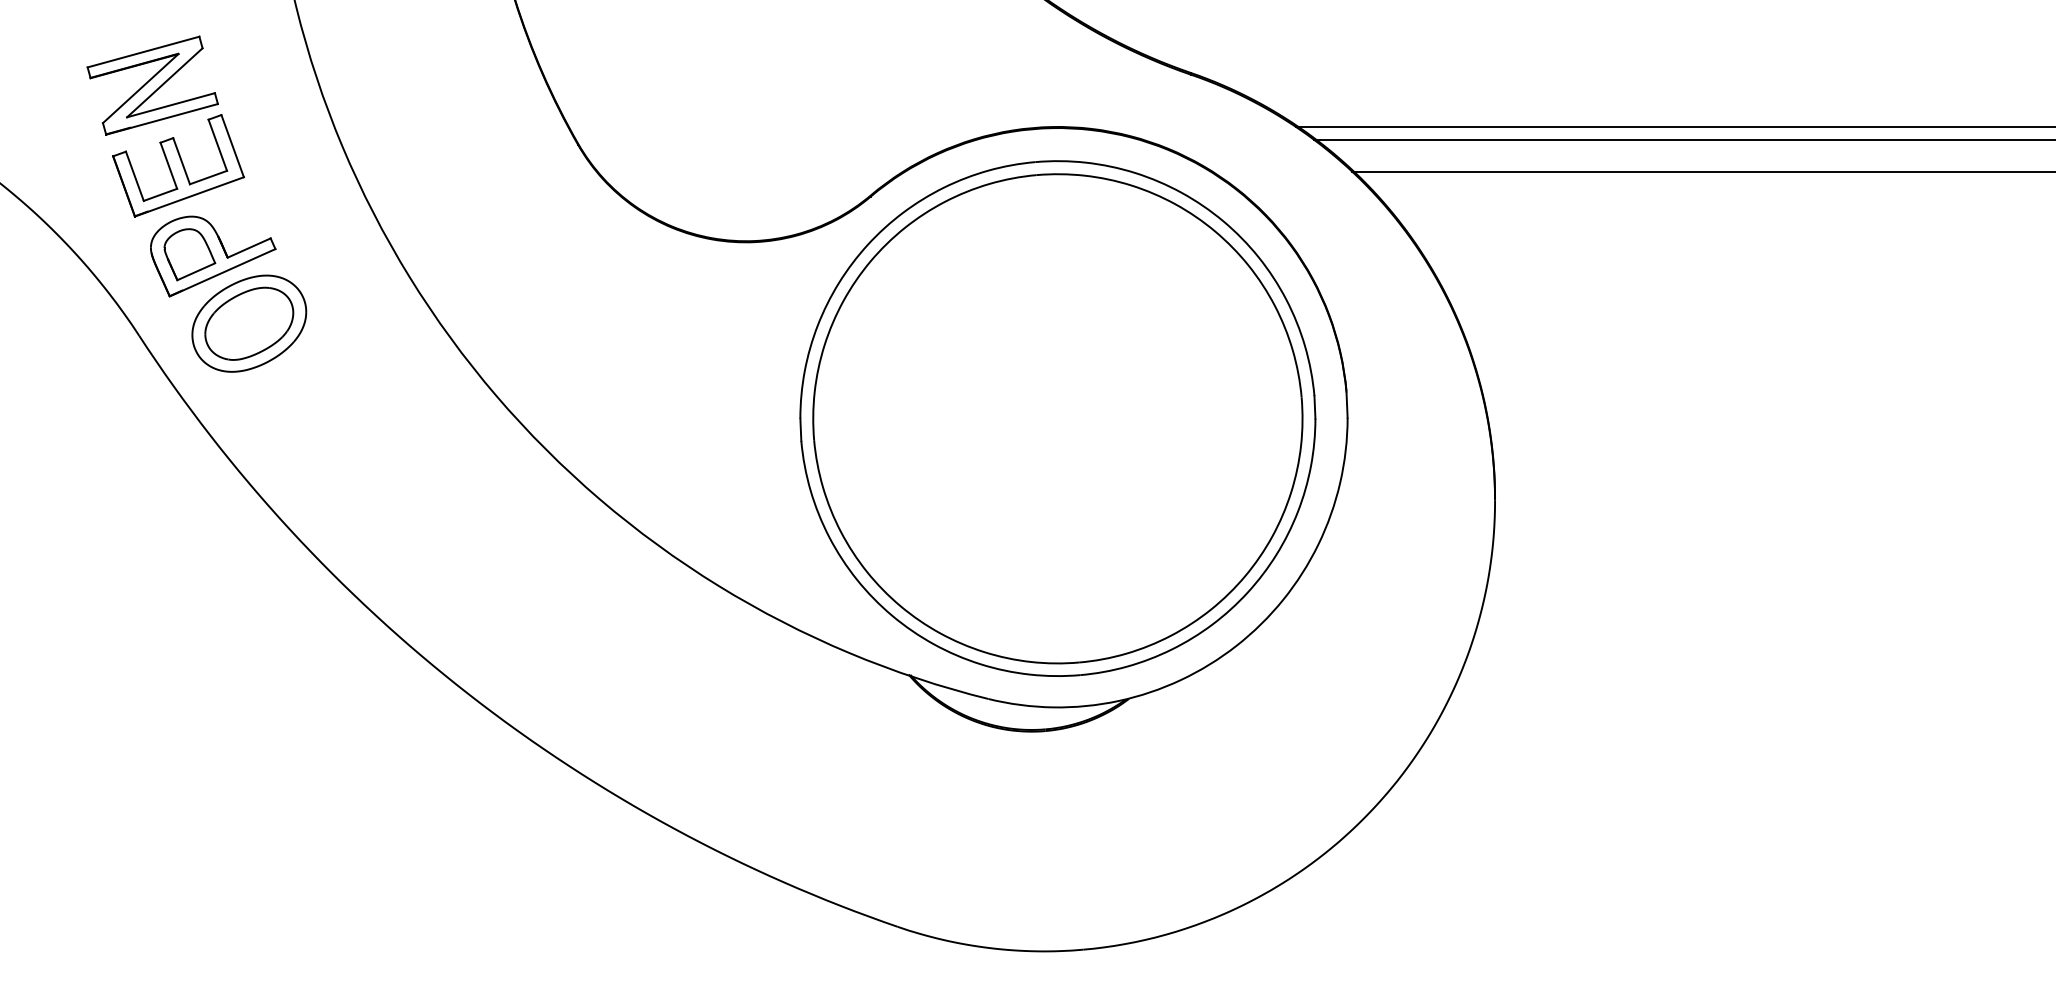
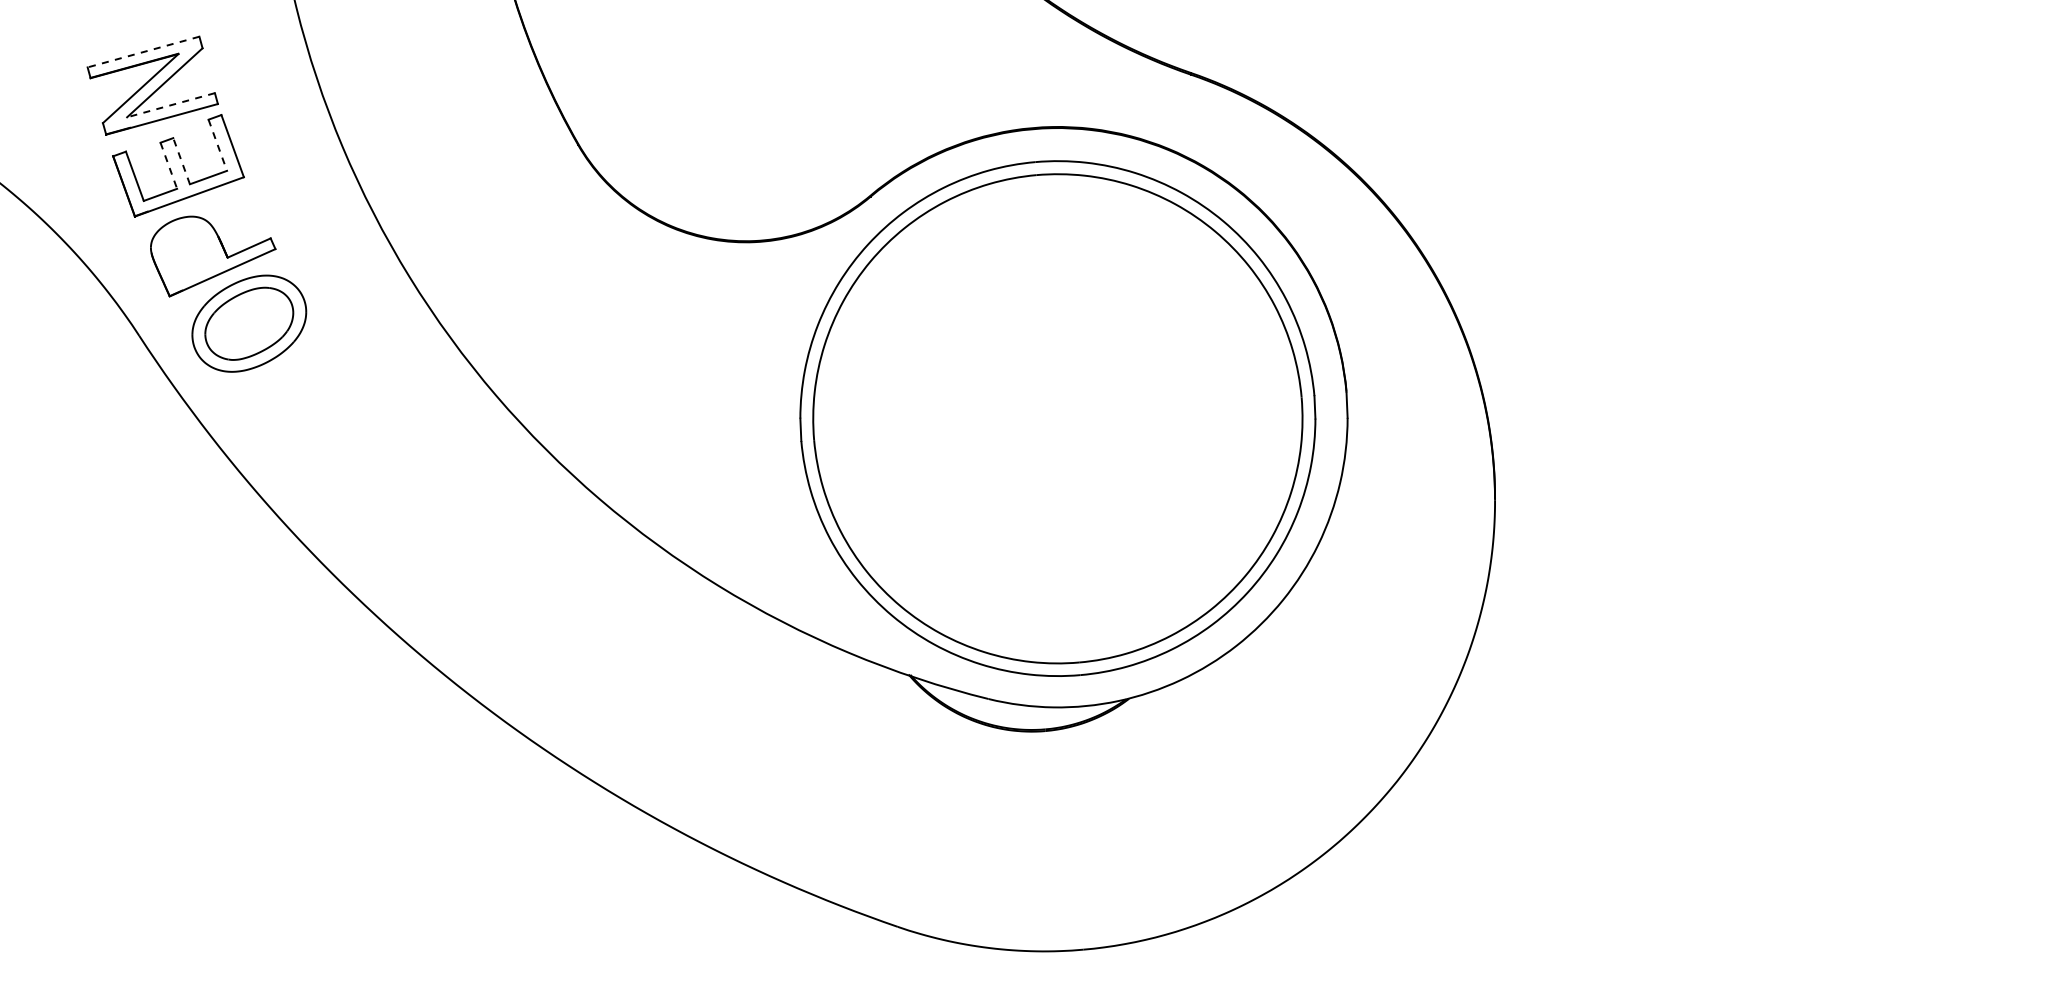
line at (143, 52): solid -> dashed
line at (171, 105): solid -> dashed
line at (1673, 127): present -> none
line at (1682, 139): present -> none
line at (217, 145): solid -> dashed
line at (181, 161): solid -> dashed
line at (169, 166): solid -> dashed
line at (1701, 172): present -> none
part at (189, 254): present -> none
